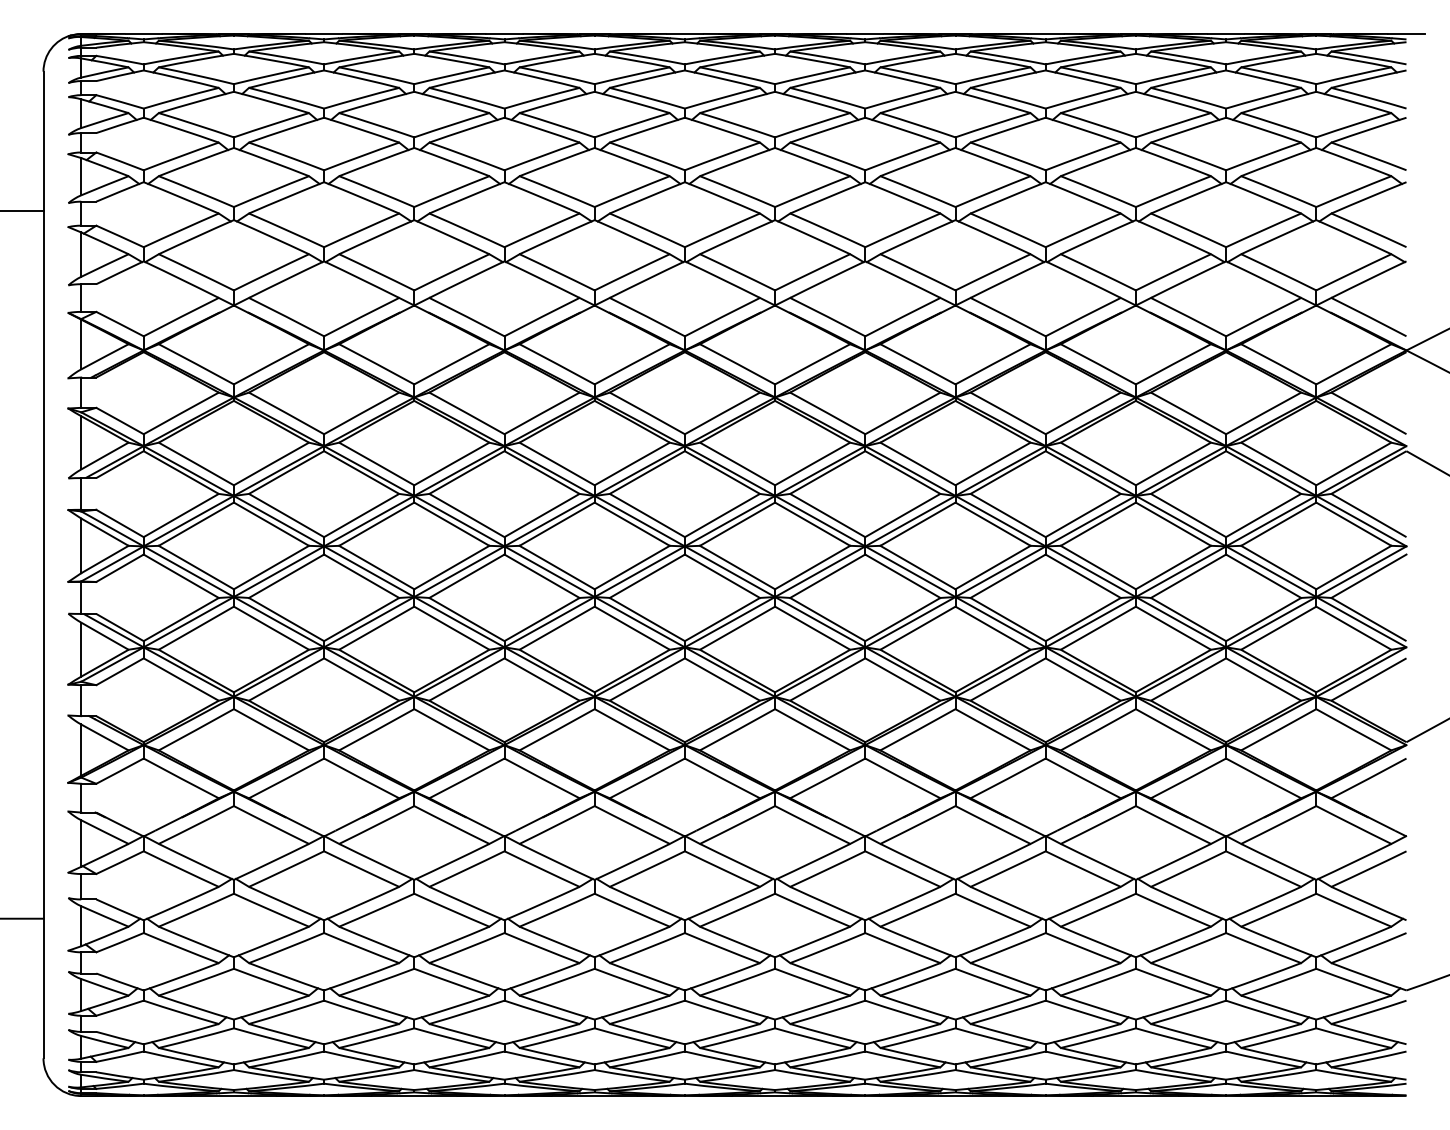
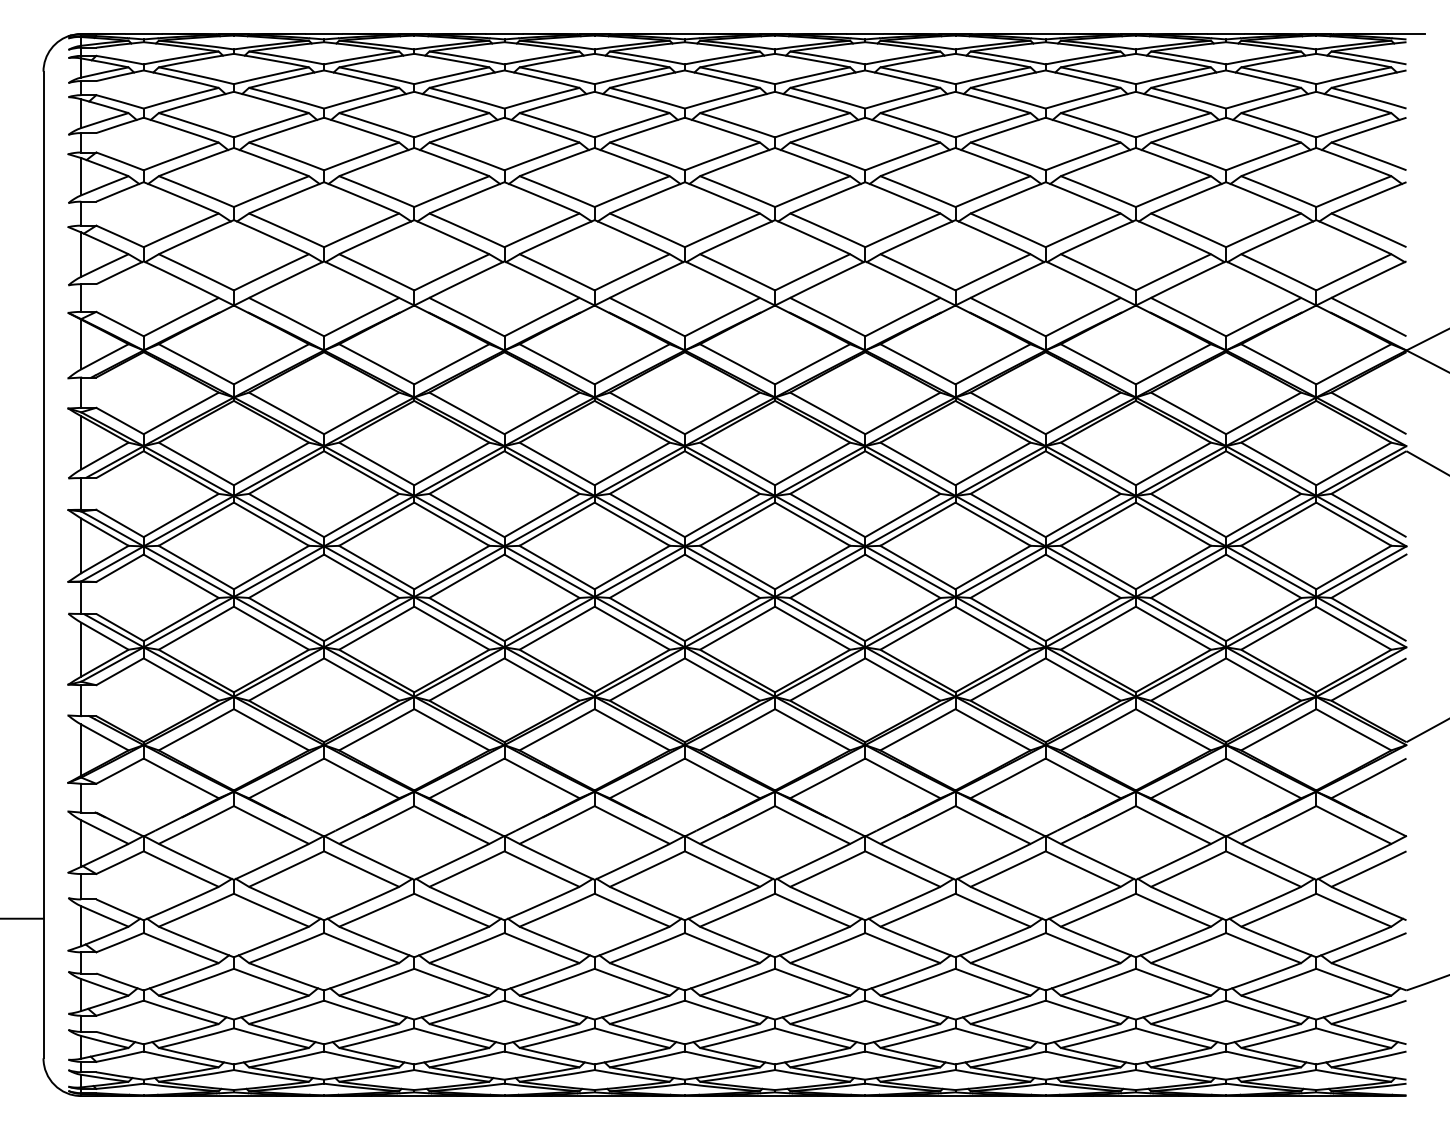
line at (22, 211): present -> none
